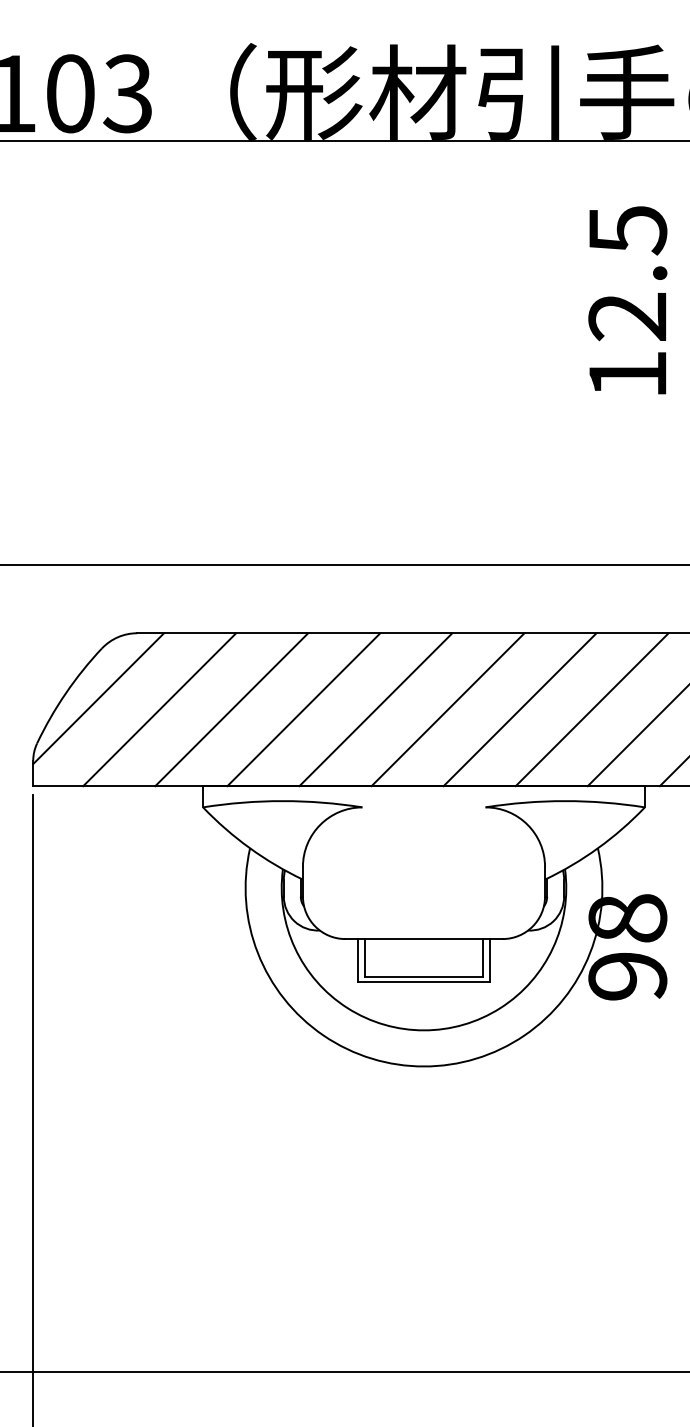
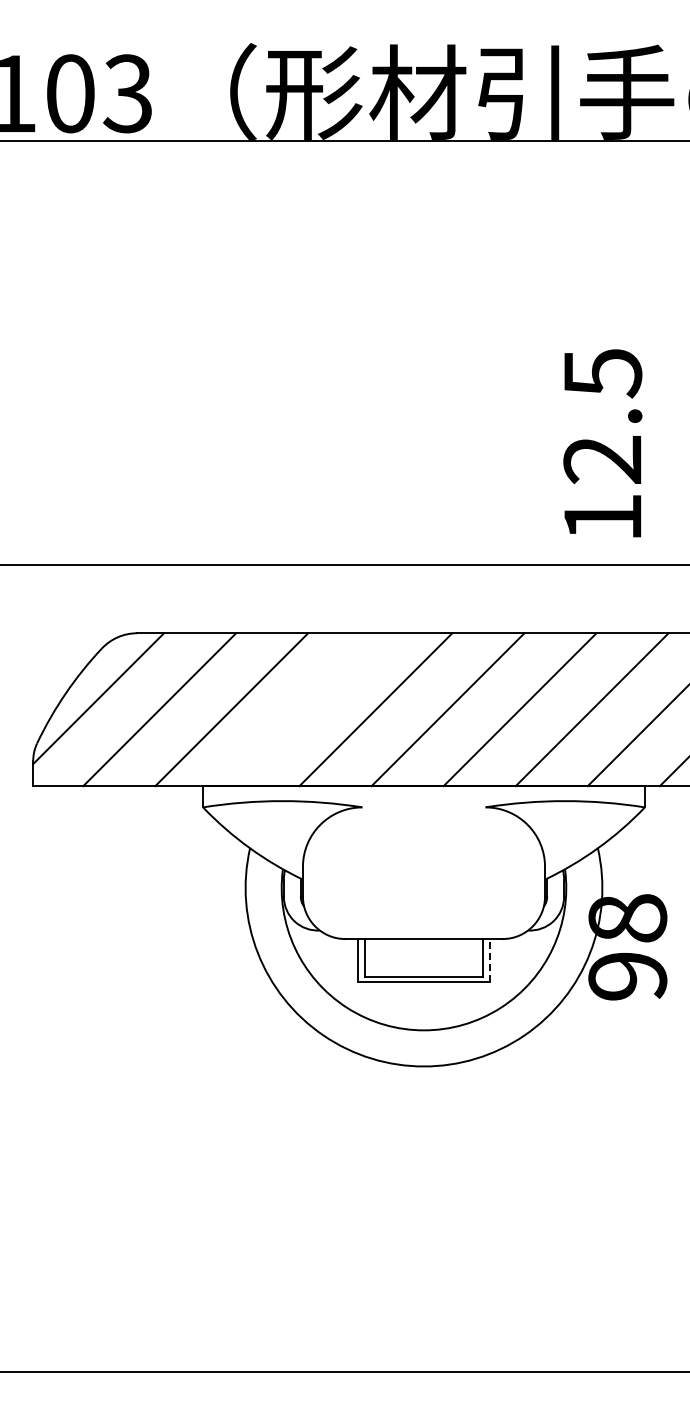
text at (627, 300) position: (627, 300) -> (602, 443)
line at (303, 709): present -> none
line at (489, 959): solid -> dashed
line at (33, 1108): present -> none
